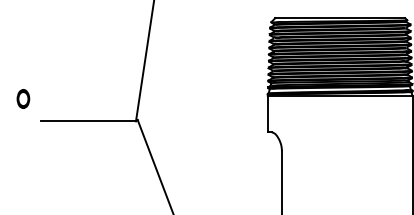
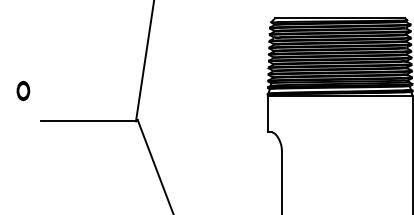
text at (23, 98) position: (23, 98) -> (23, 90)
